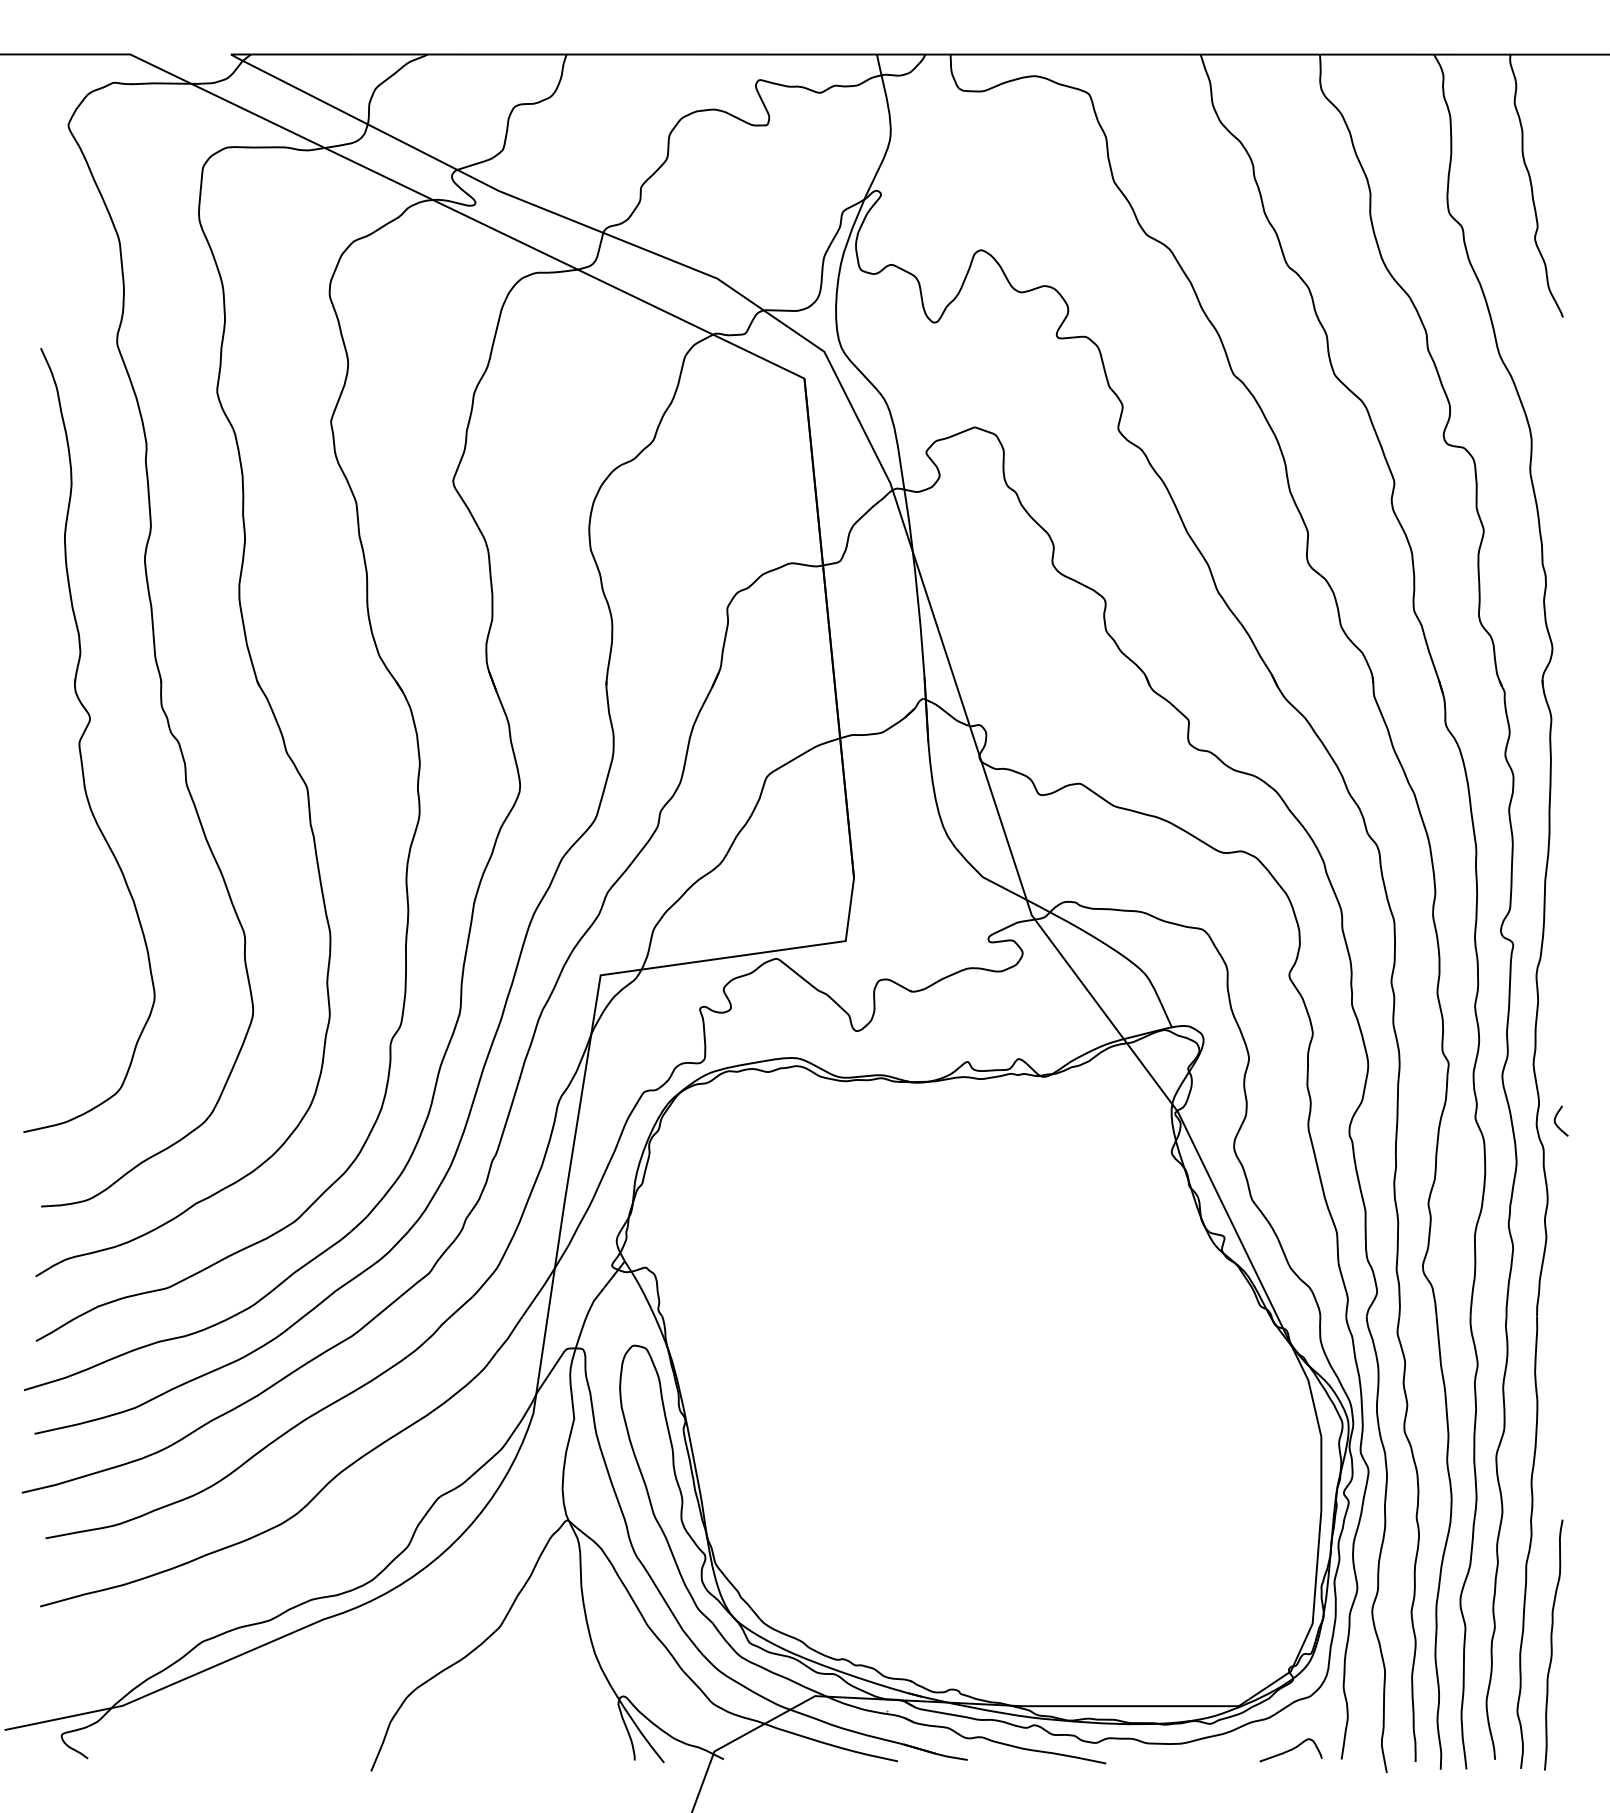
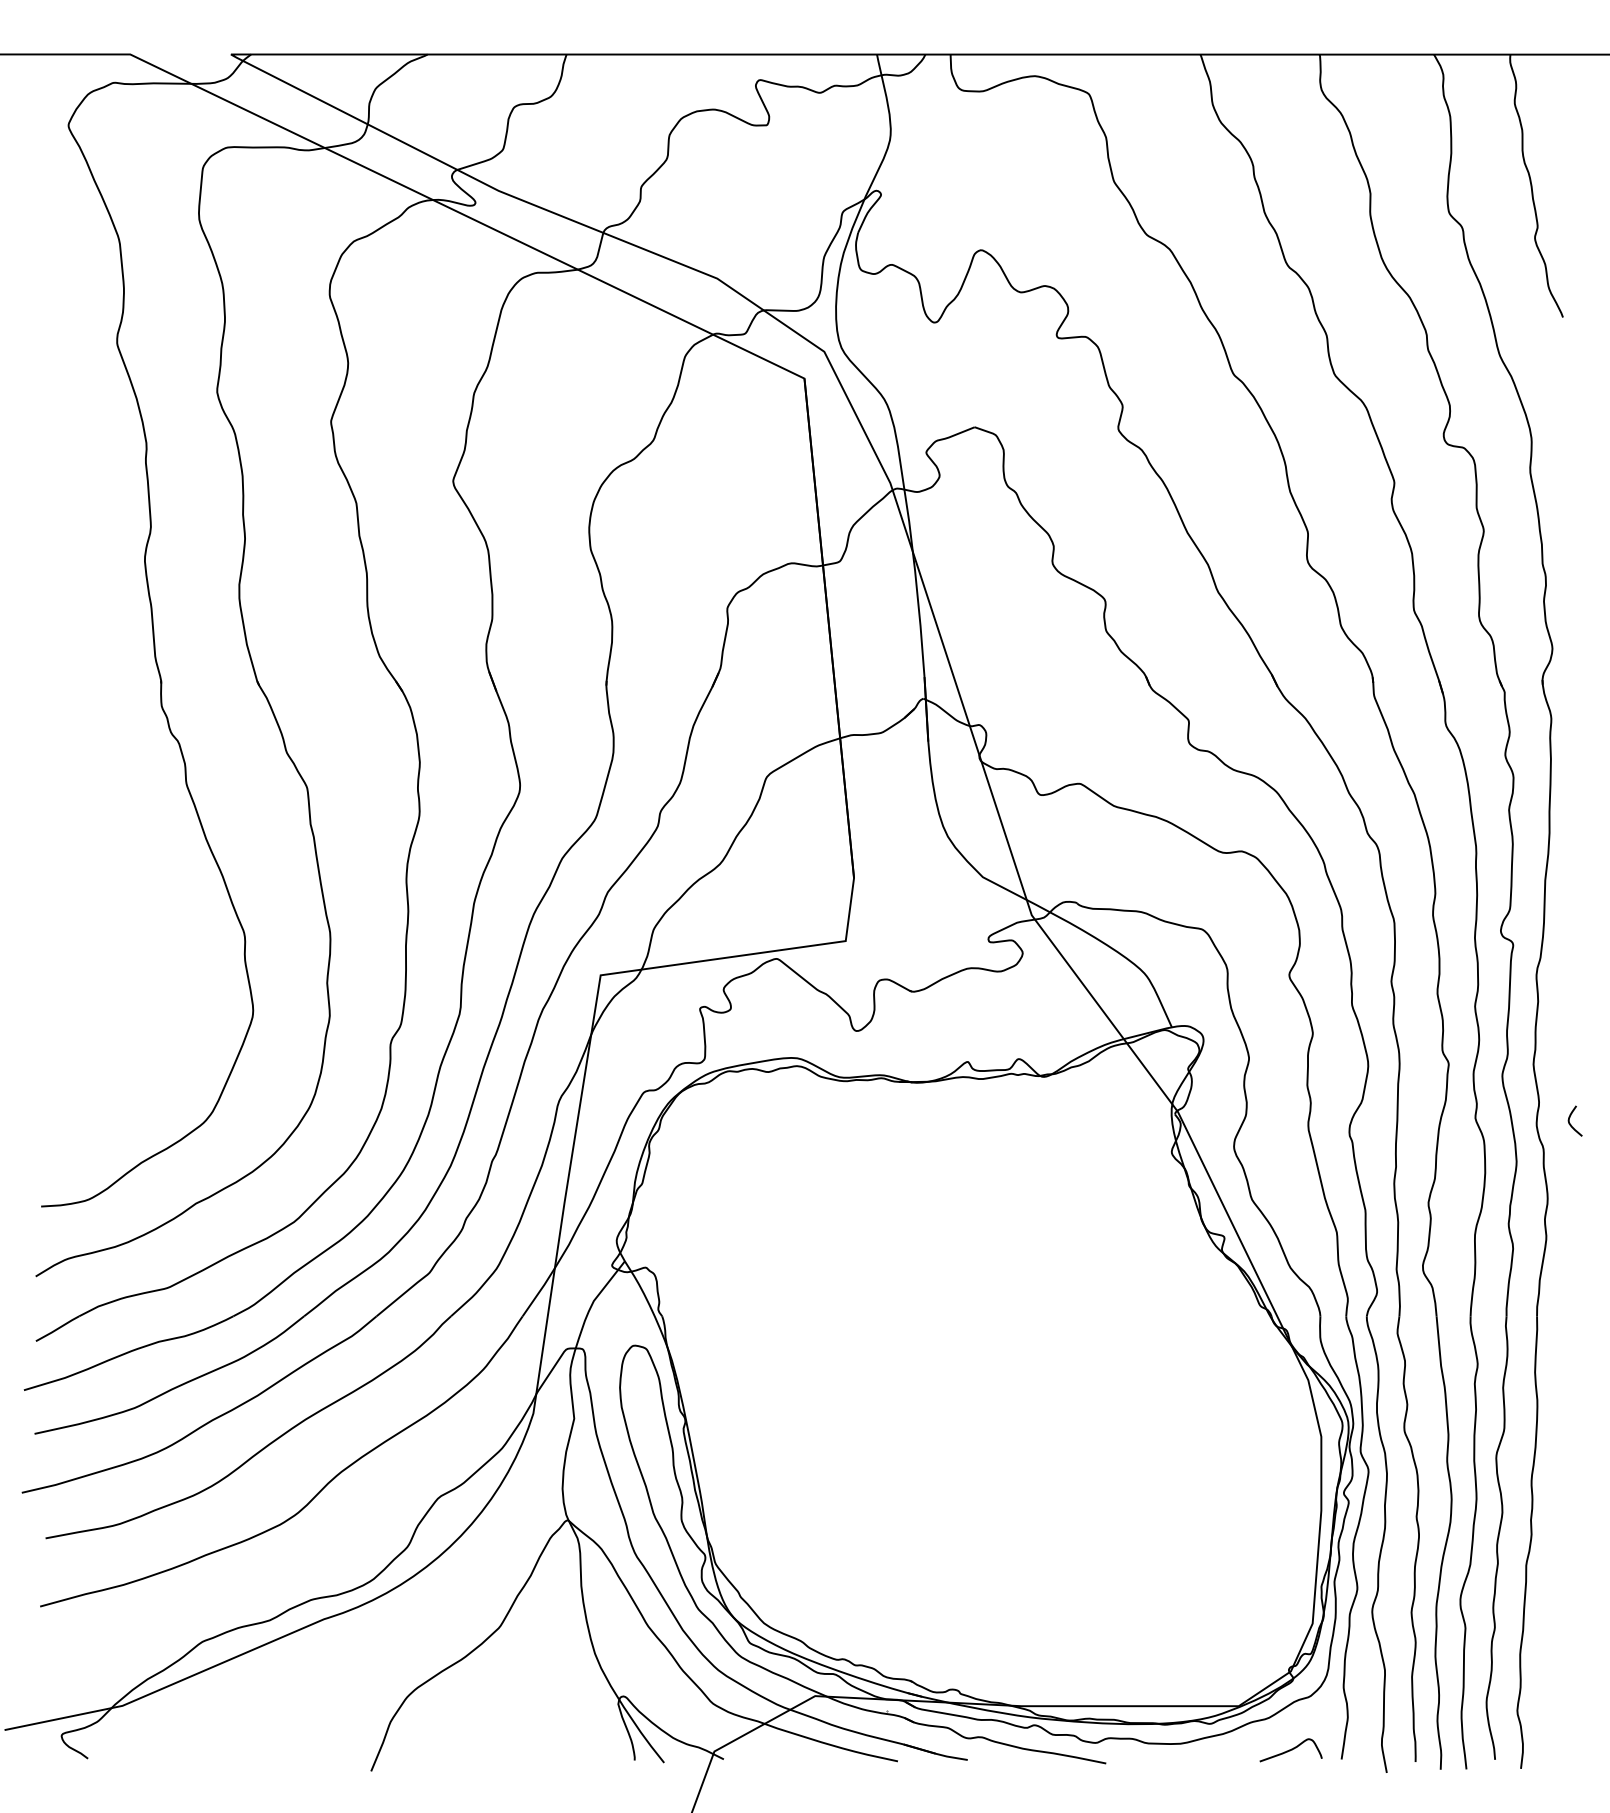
part at (83, 736): present -> none
curve at (1556, 1117) position: (1556, 1117) -> (1570, 1117)
curve at (1552, 1644): present -> none
